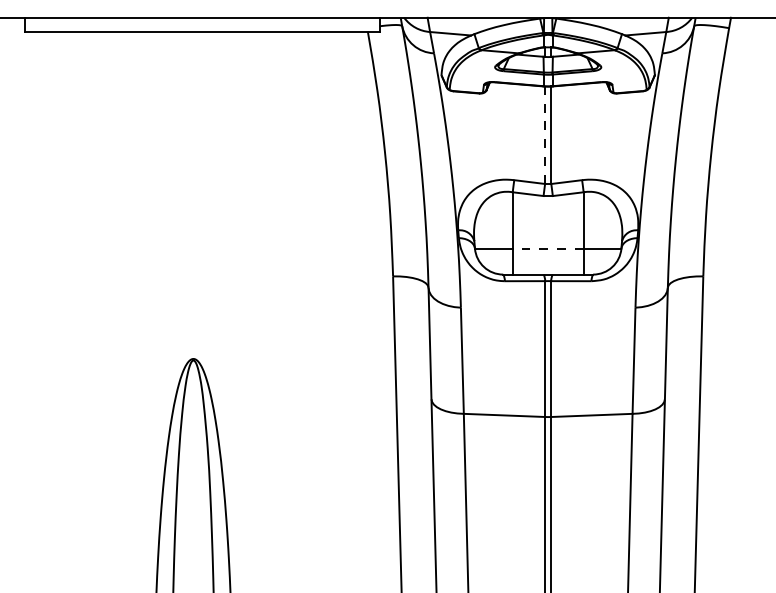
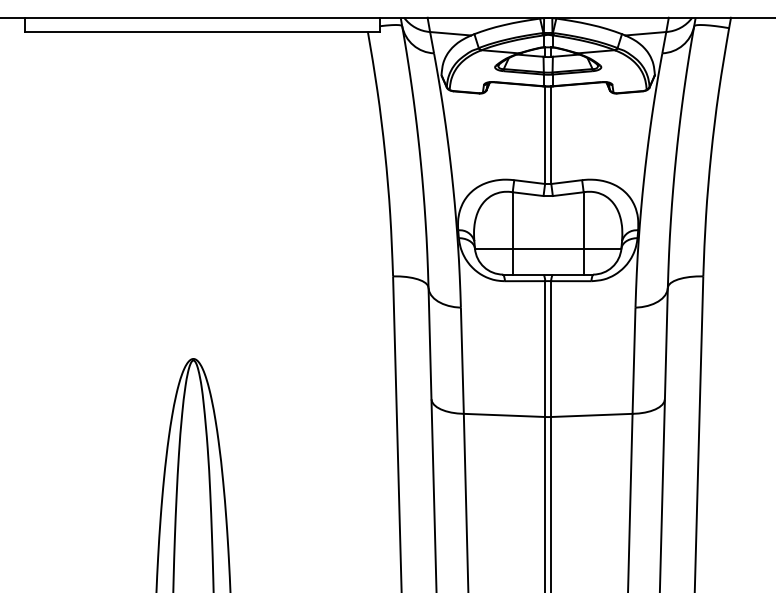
line at (545, 134): dashed -> solid
line at (547, 248): dashed -> solid
